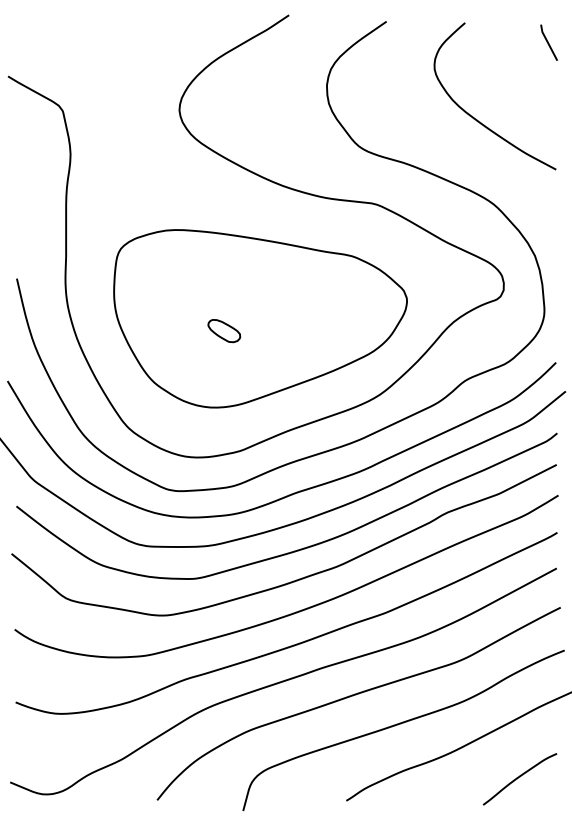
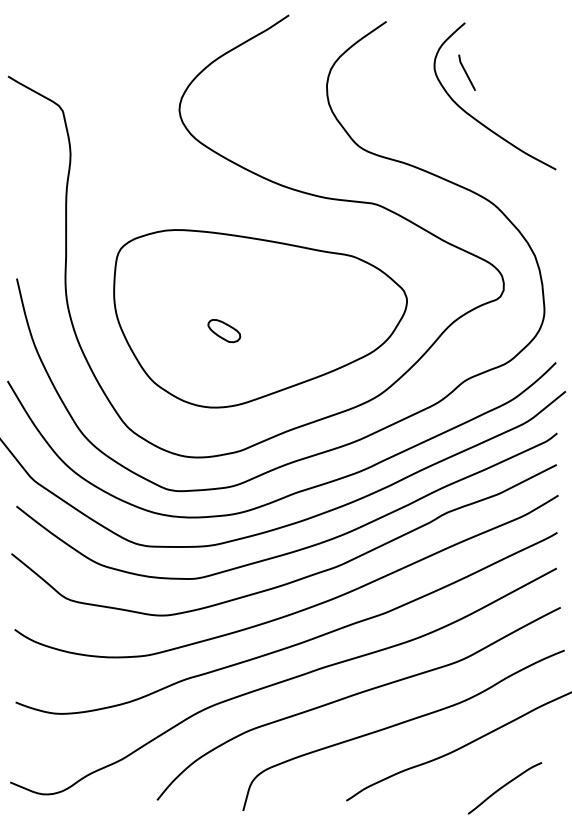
line at (548, 42) position: (548, 42) -> (466, 72)
curve at (518, 778) position: (518, 778) -> (503, 787)
